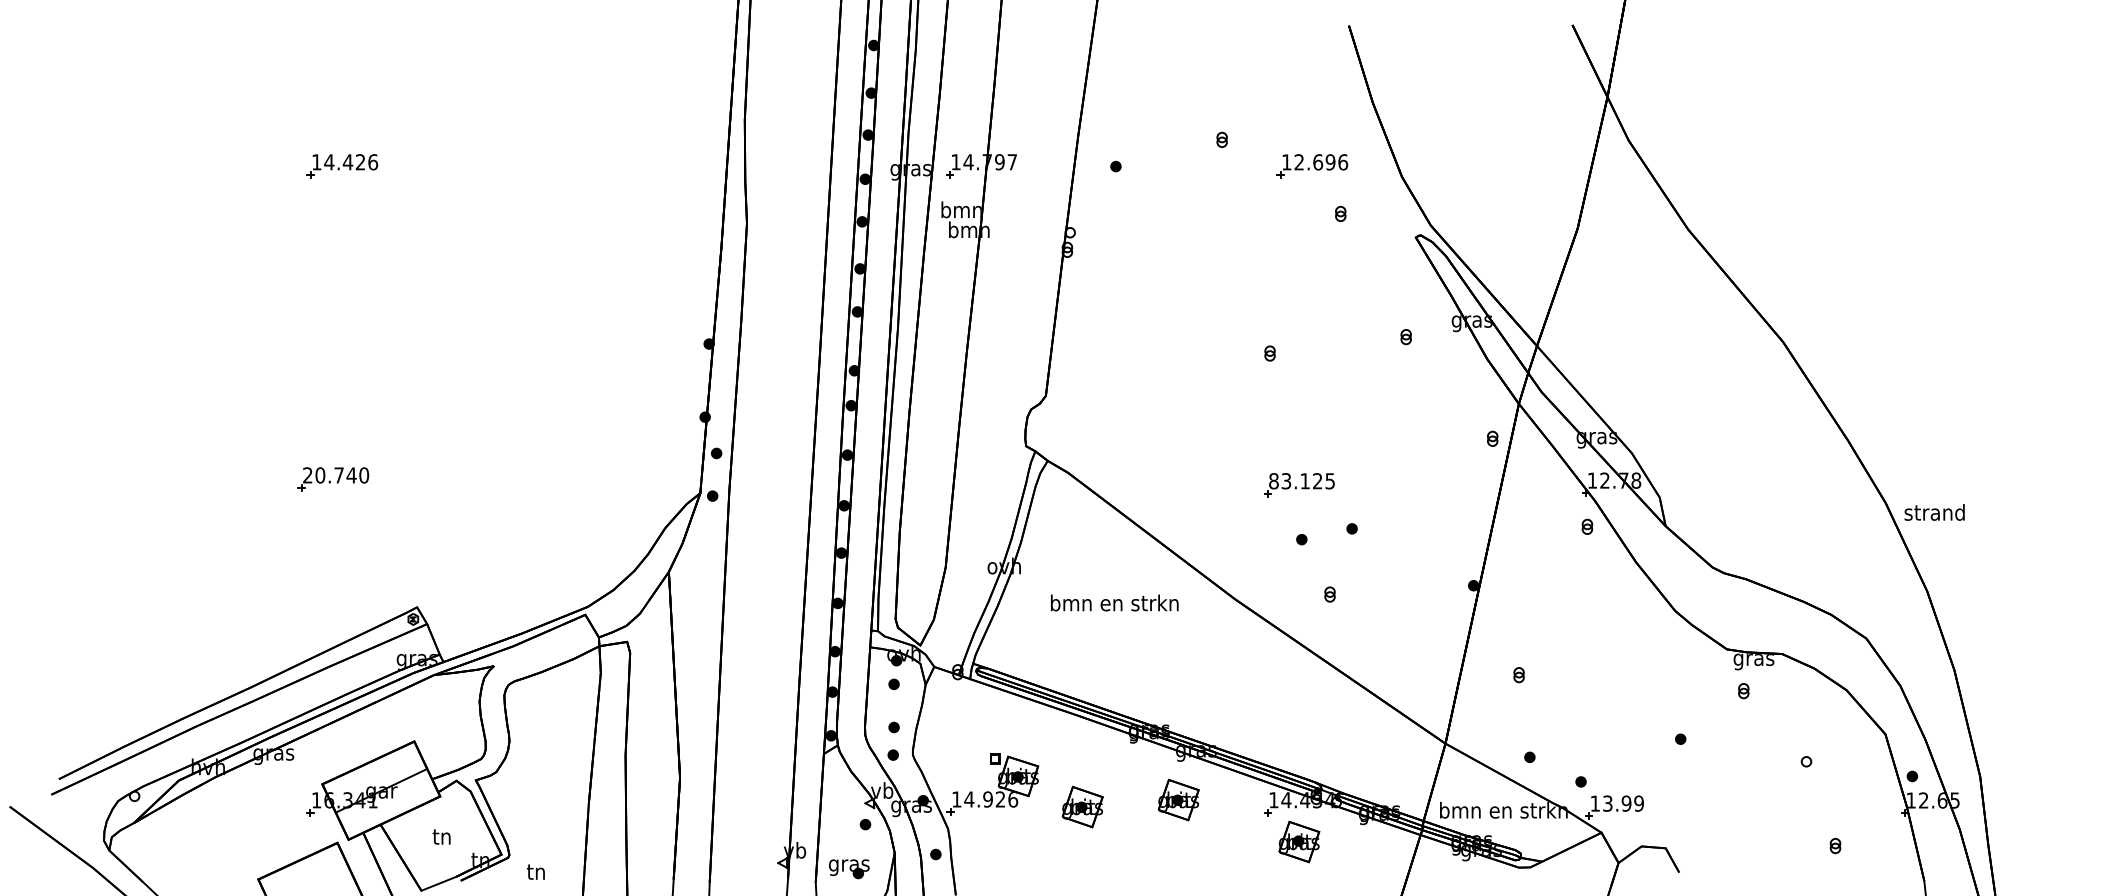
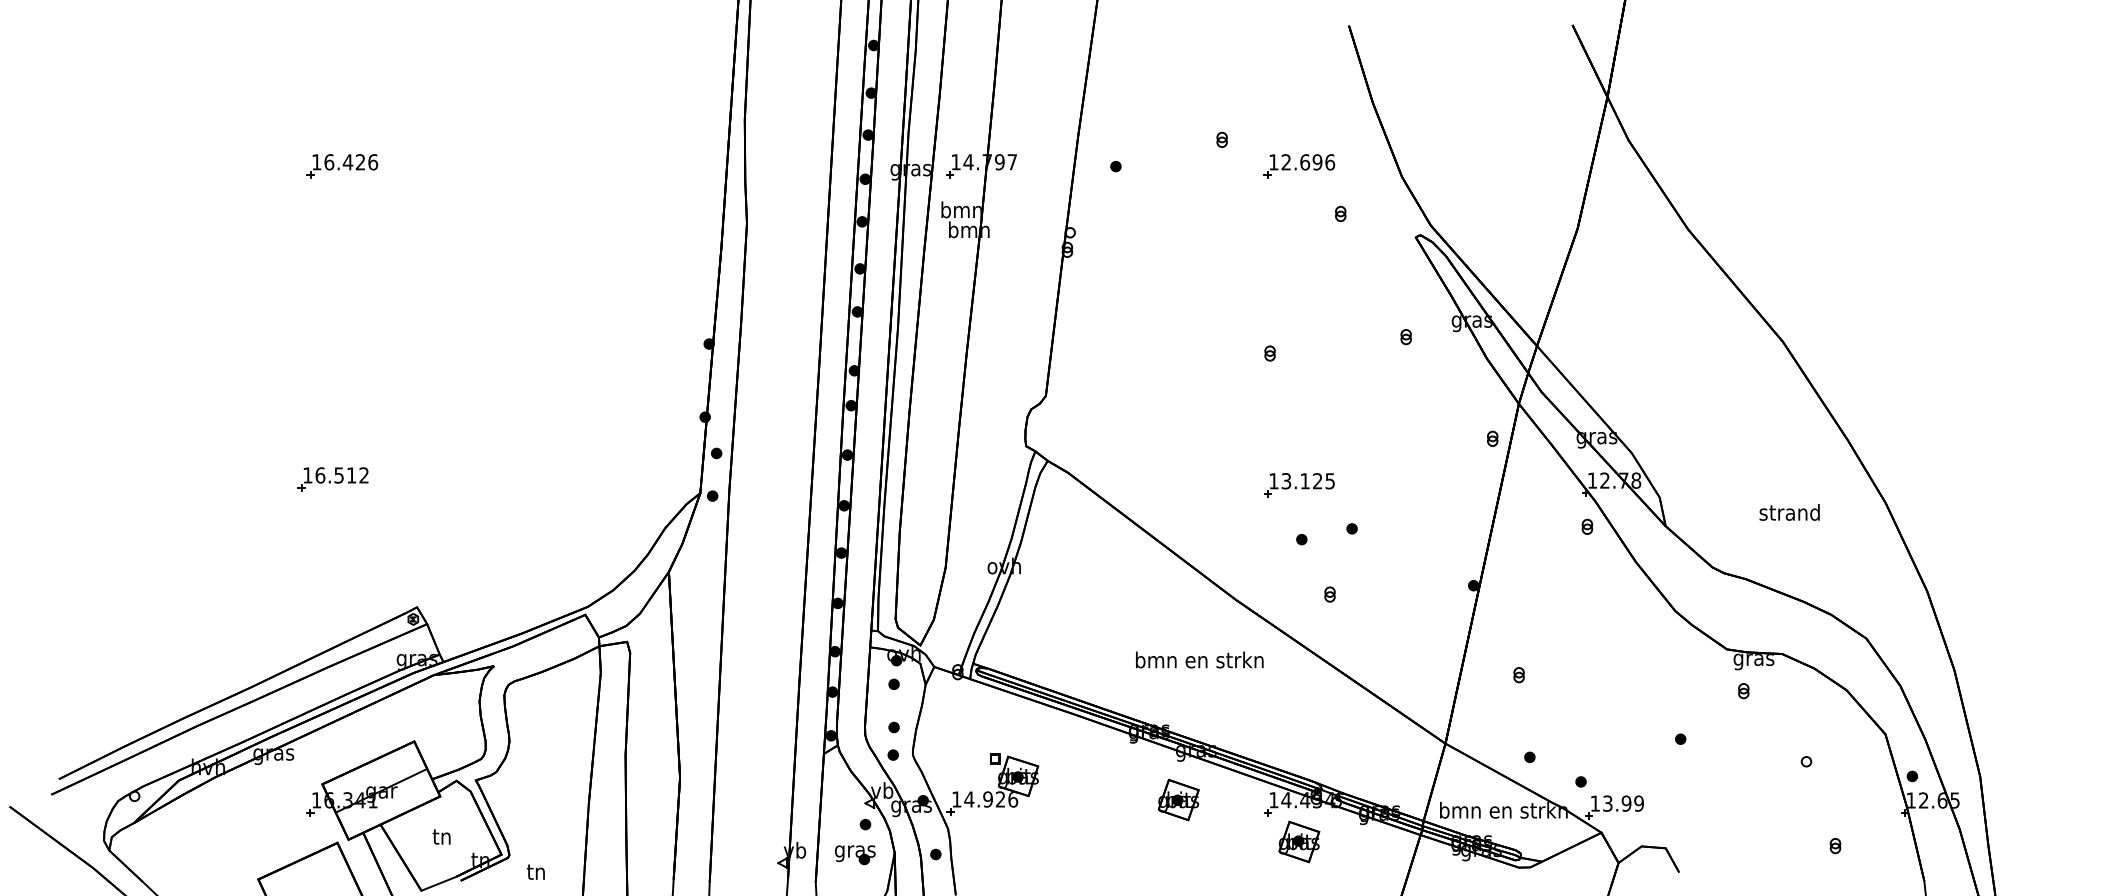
text at (329, 162): 14.426 -> 16.426
part at (1312, 166) position: (1312, 166) -> (1299, 166)
text at (336, 475): 20.740 -> 16.512
text at (1273, 481): 83.125 -> 13.125
text at (1934, 512) position: (1934, 512) -> (1789, 512)
text at (1114, 602) position: (1114, 602) -> (1199, 659)
part at (1082, 806): present -> none
part at (849, 869) position: (849, 869) -> (855, 855)
